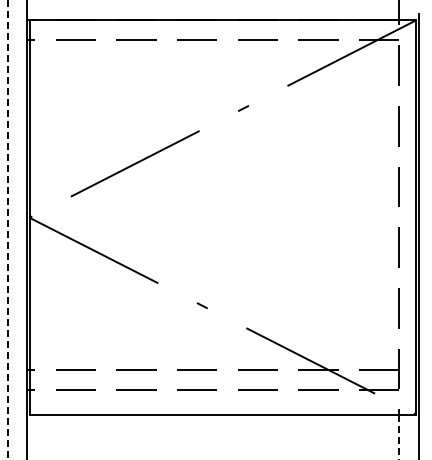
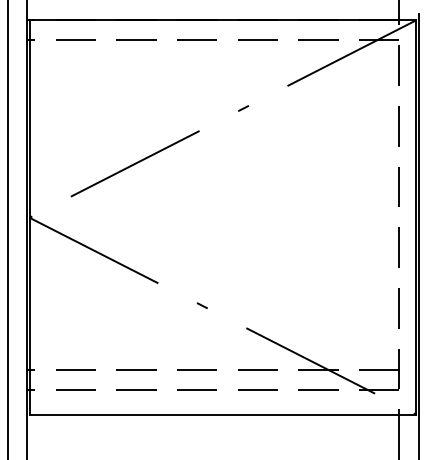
line at (7, 230): dashed -> solid
line at (399, 437): dashed -> solid
